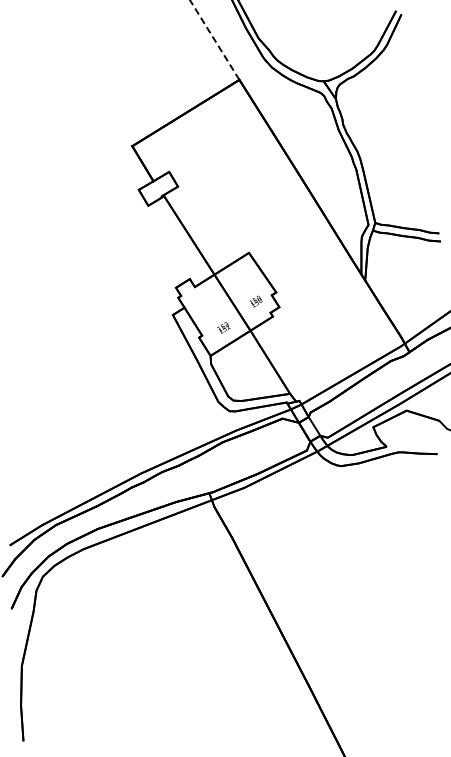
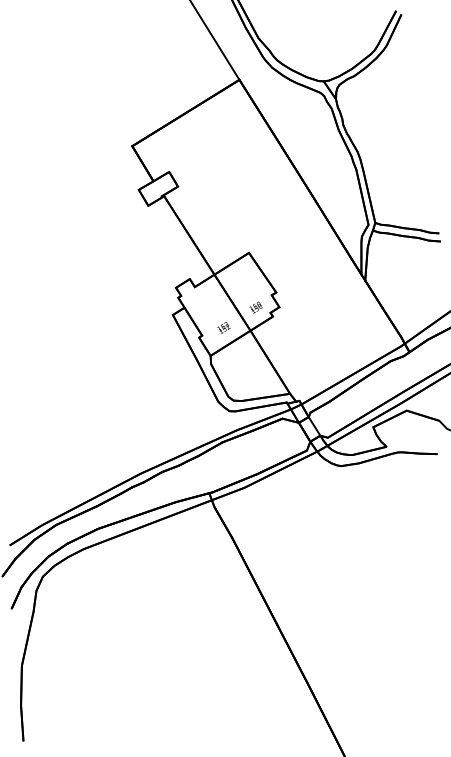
line at (214, 40): dashed -> solid
text at (255, 301) position: (255, 301) -> (255, 307)
